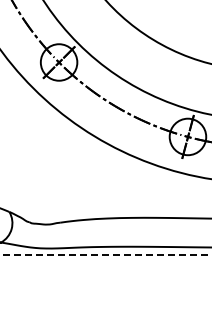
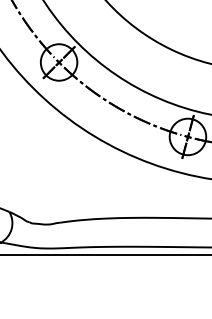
line at (105, 254): dashed -> solid
